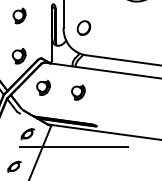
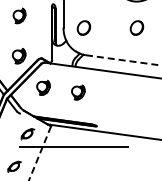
part at (136, 27): none -> present
line at (123, 60): solid -> dashed
line at (40, 152): solid -> dashed
